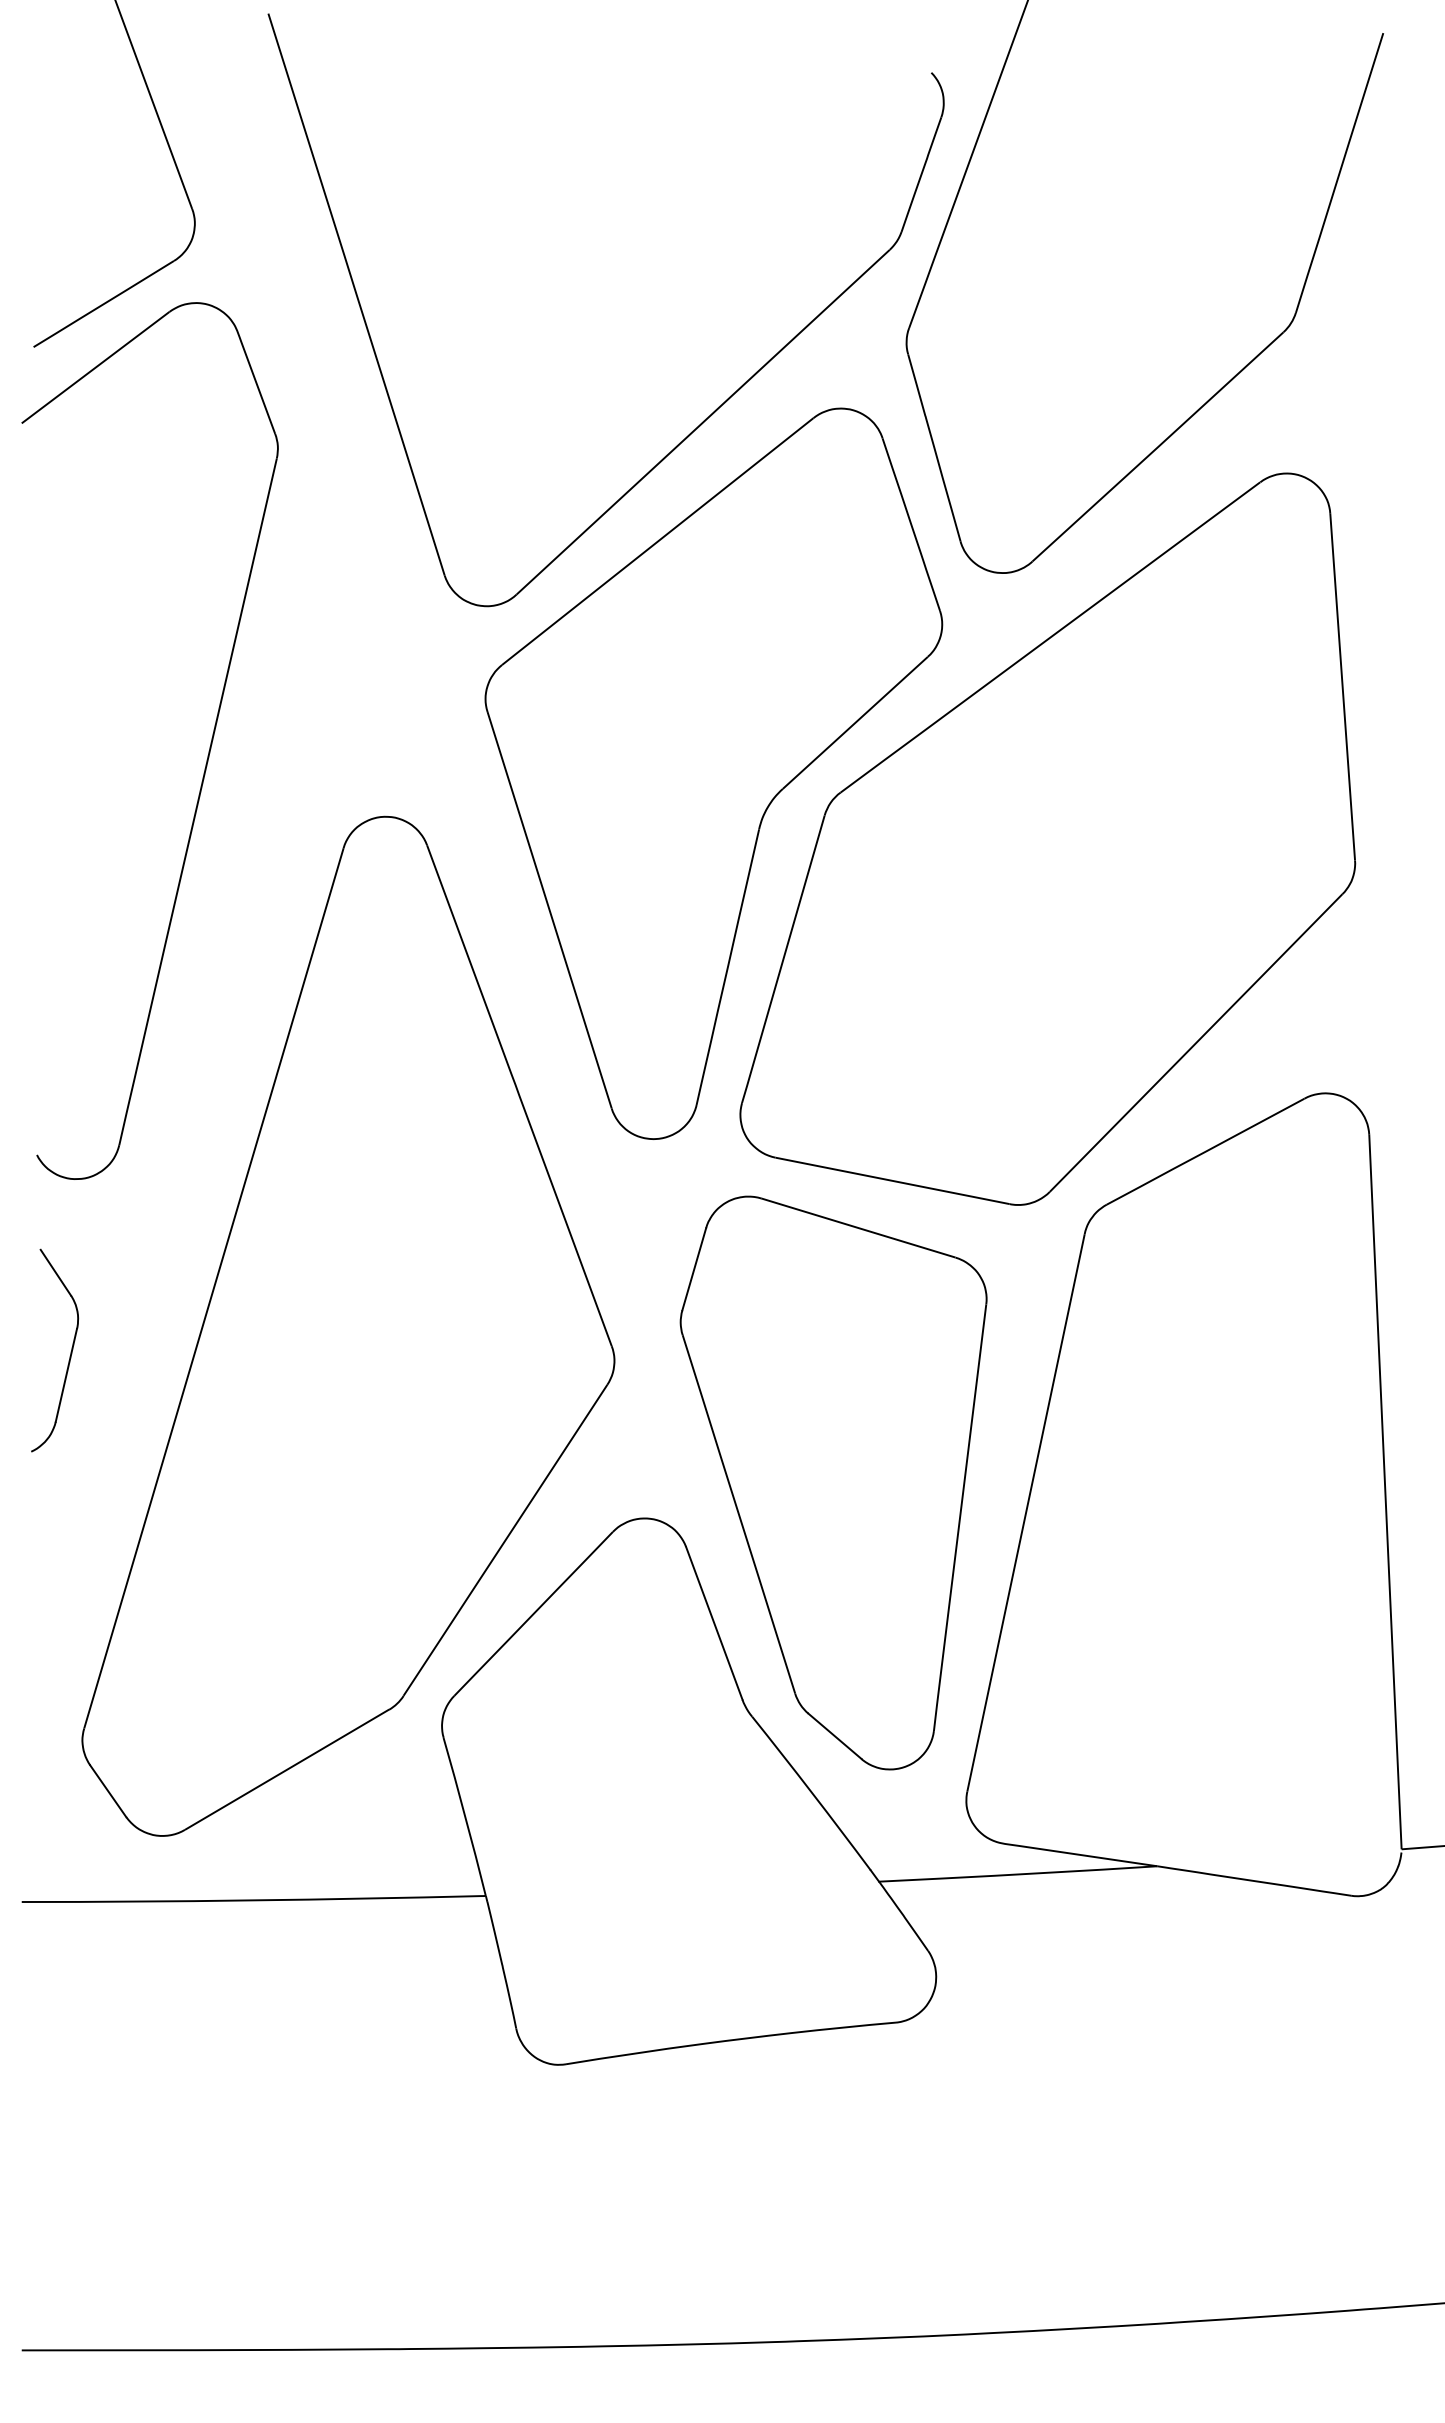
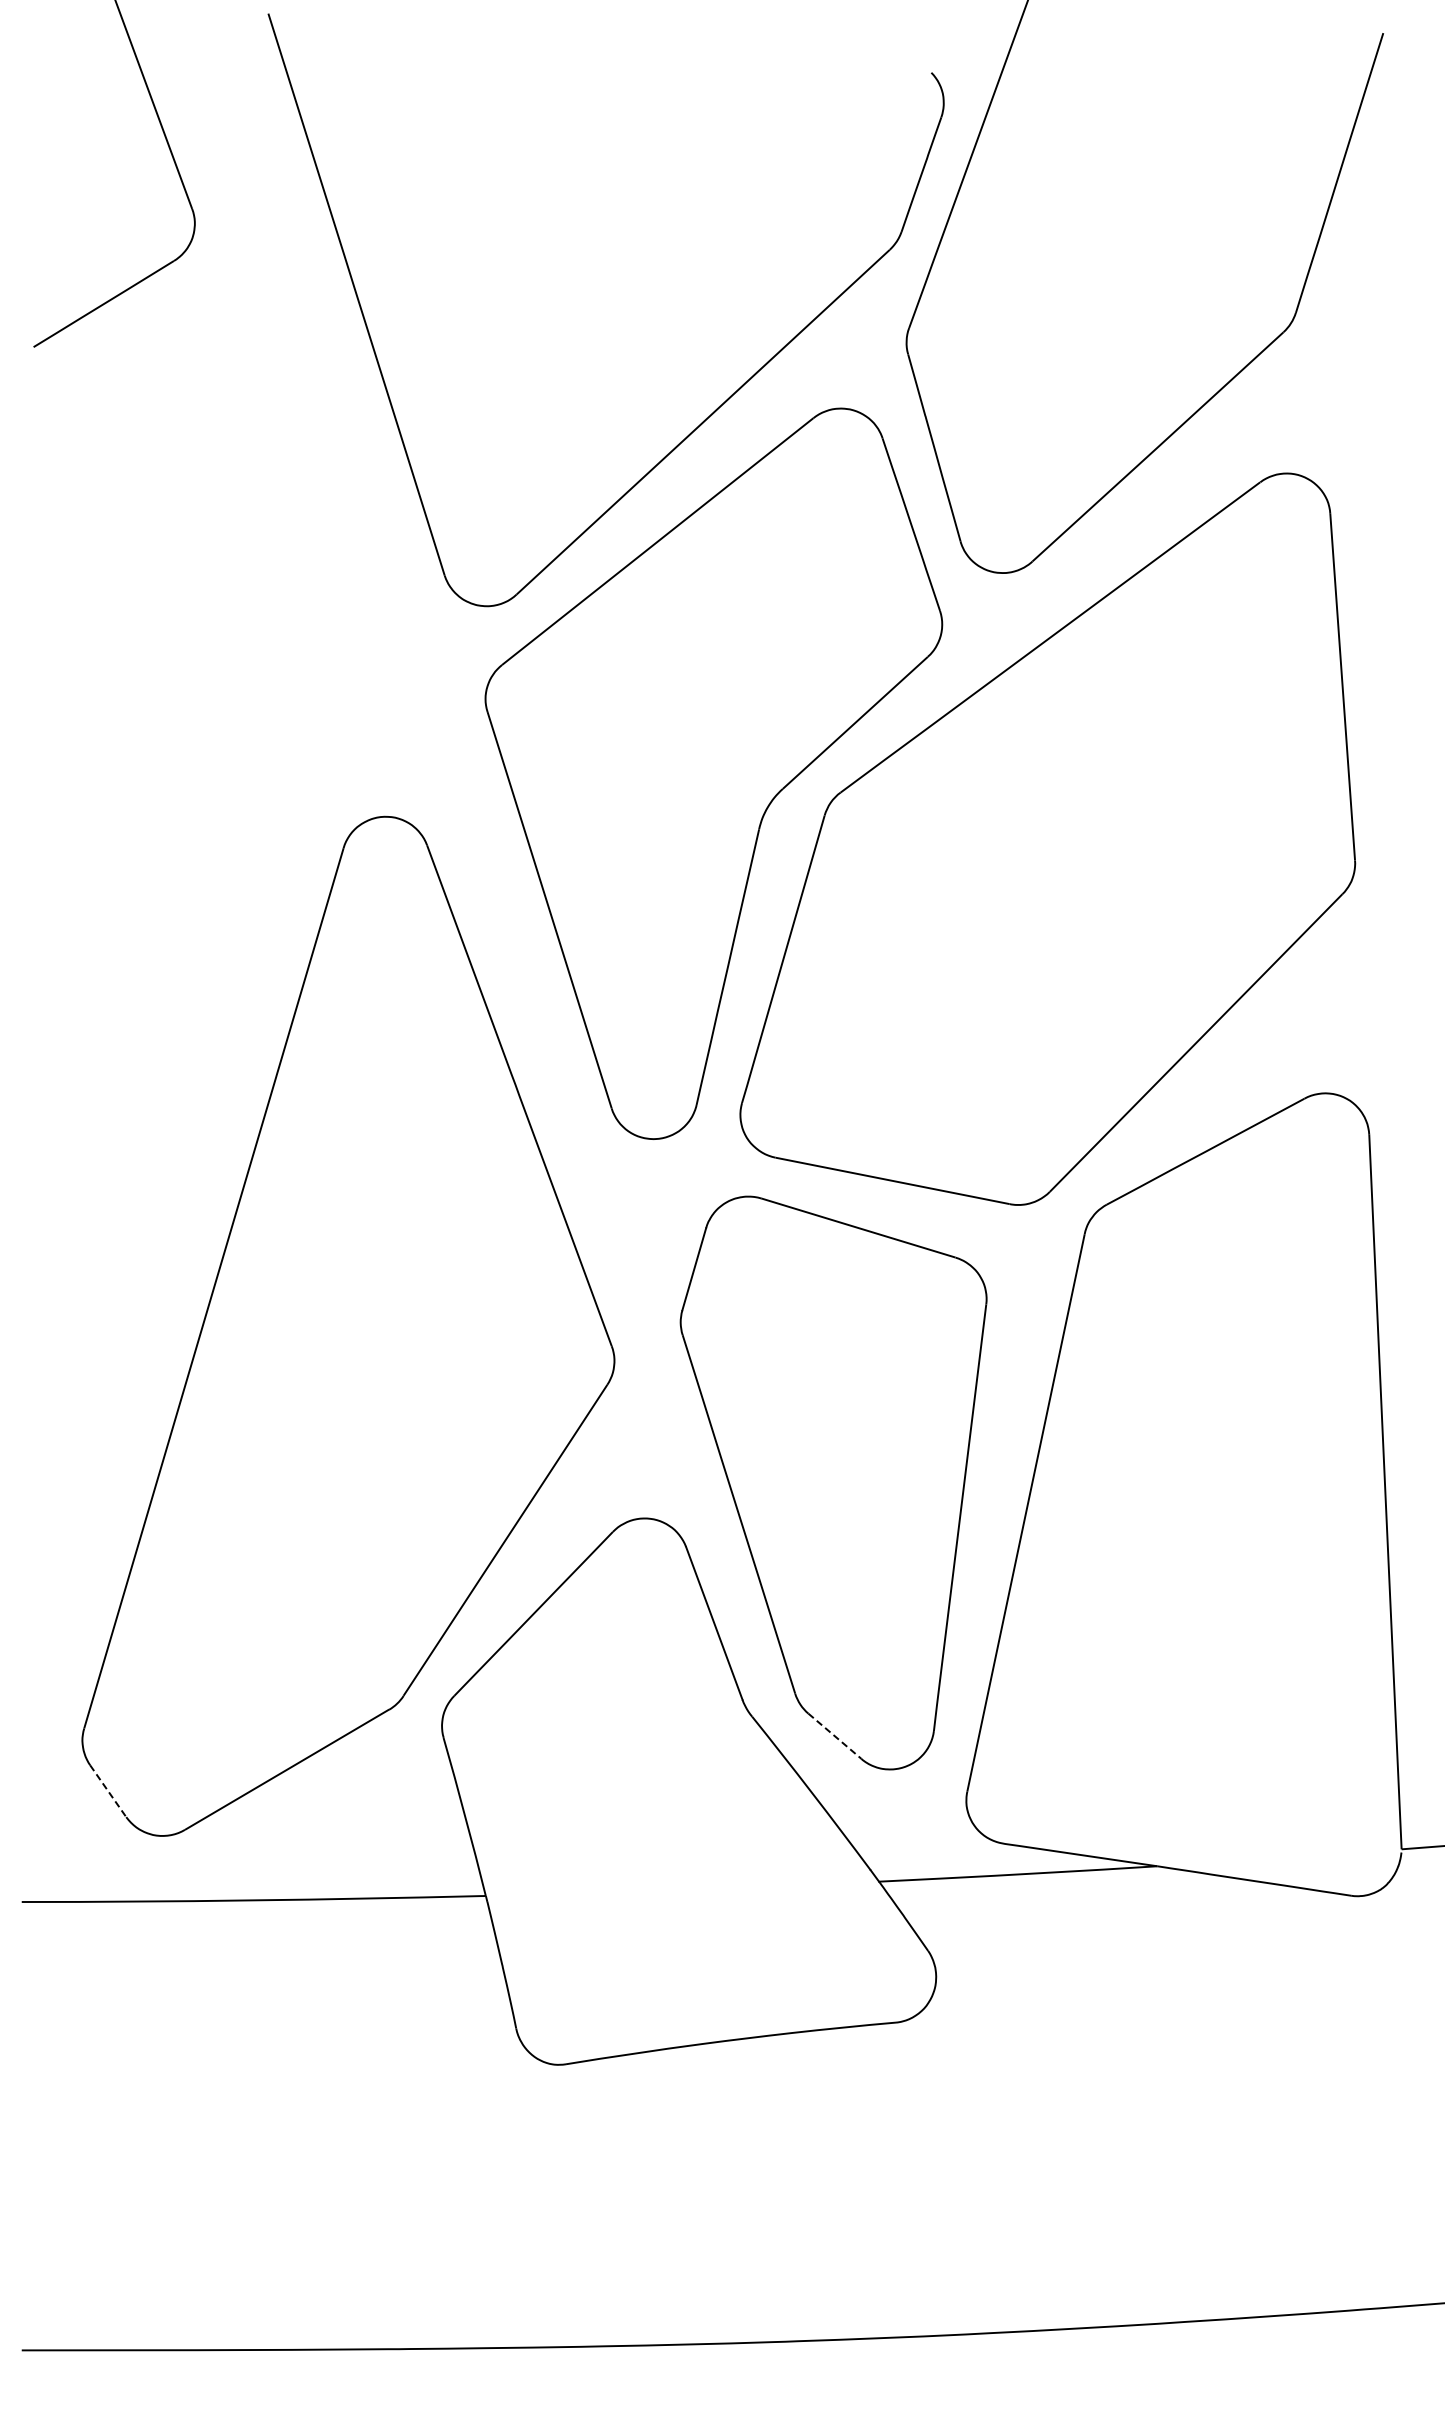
part at (207, 755): present -> none
part at (70, 1351): present -> none
line at (834, 1736): solid -> dashed
line at (108, 1791): solid -> dashed
